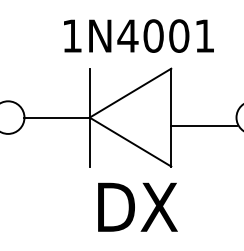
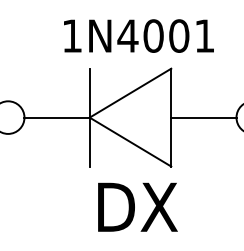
line at (203, 125) position: (203, 125) -> (203, 117)
